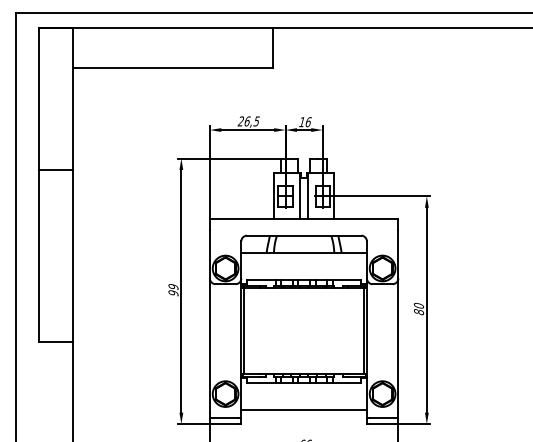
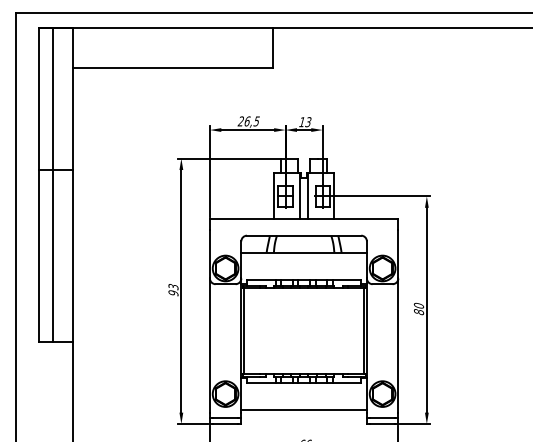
text at (308, 122): 16 -> 13
line at (53, 184): none -> present
text at (173, 287): 99 -> 93
